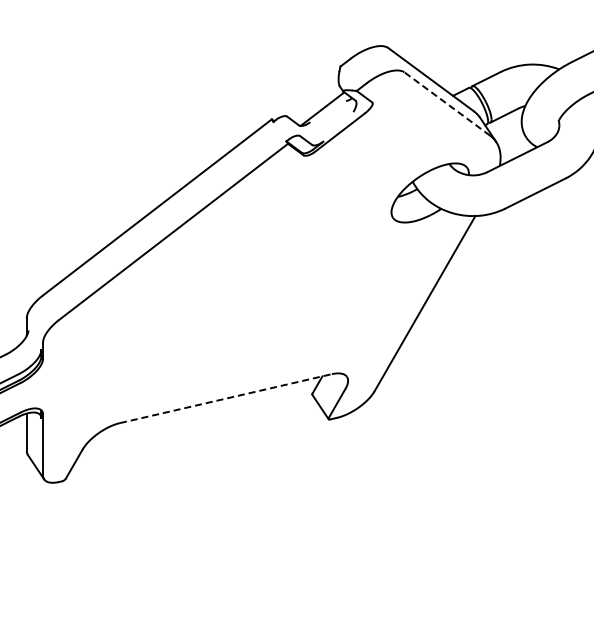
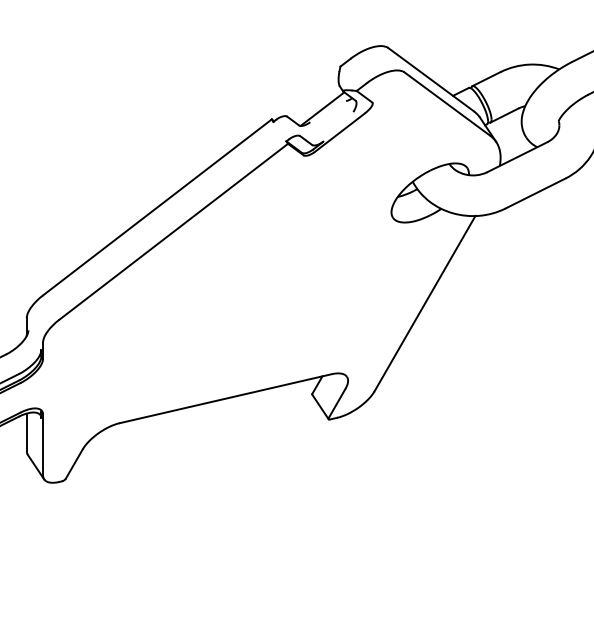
line at (446, 103): dashed -> solid
line at (225, 398): dashed -> solid
